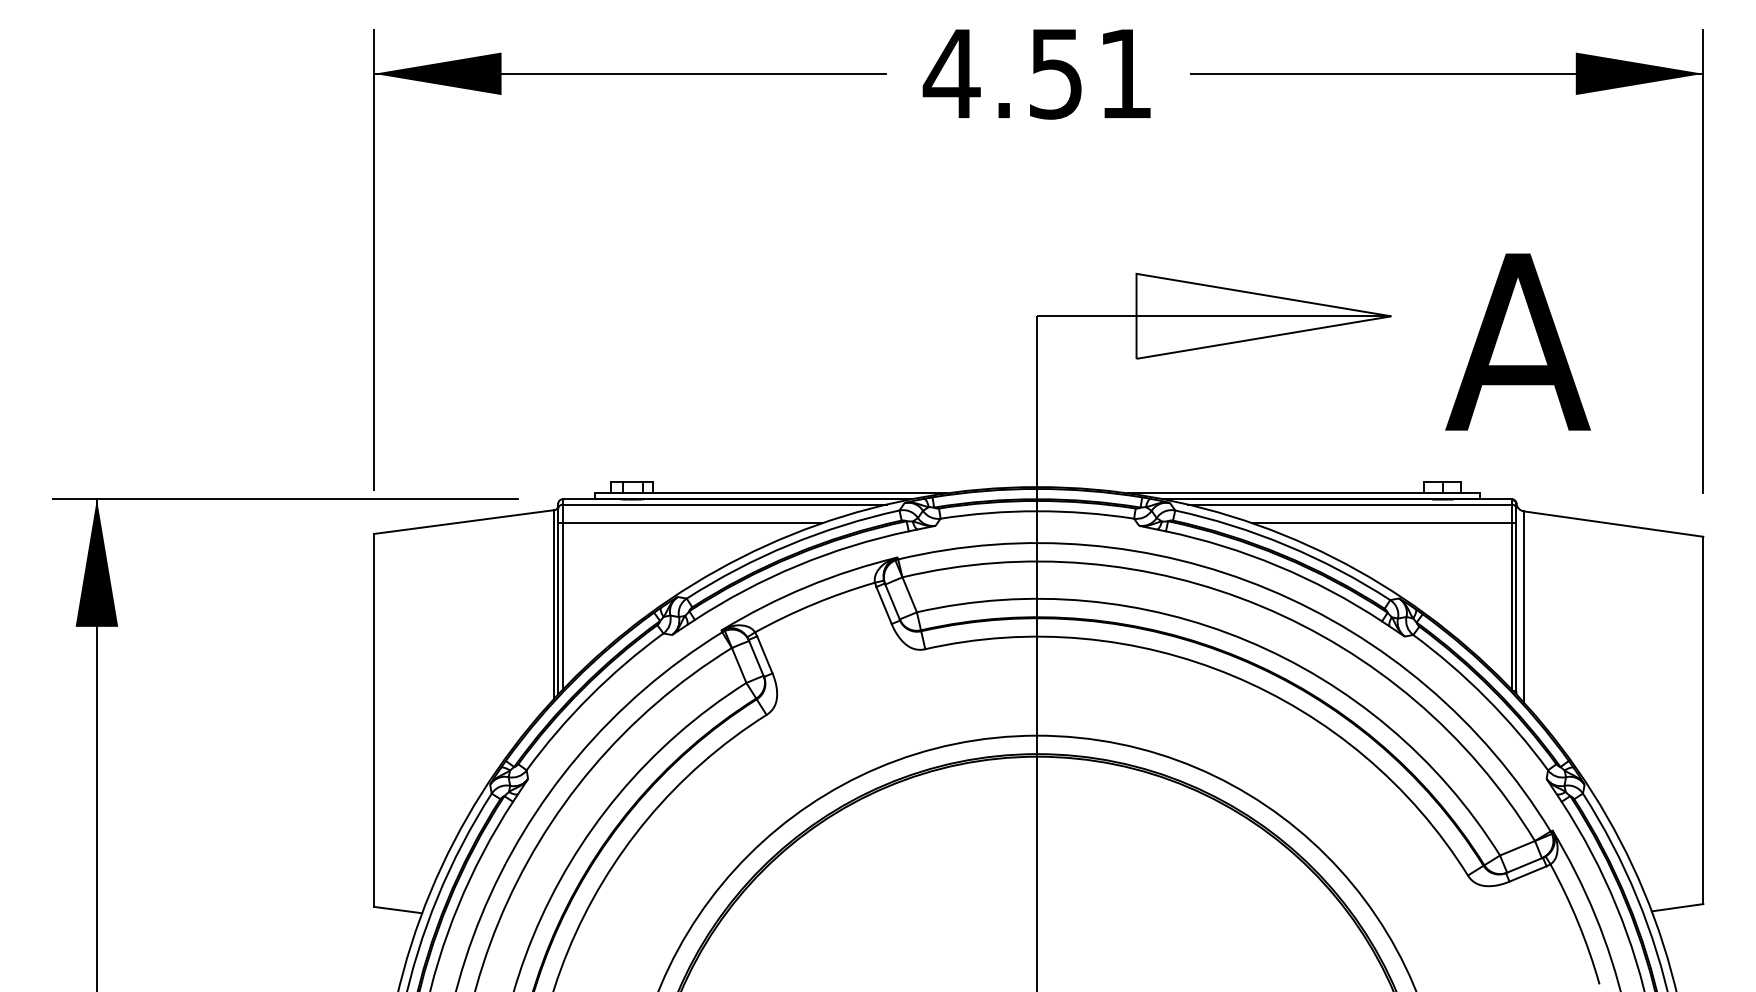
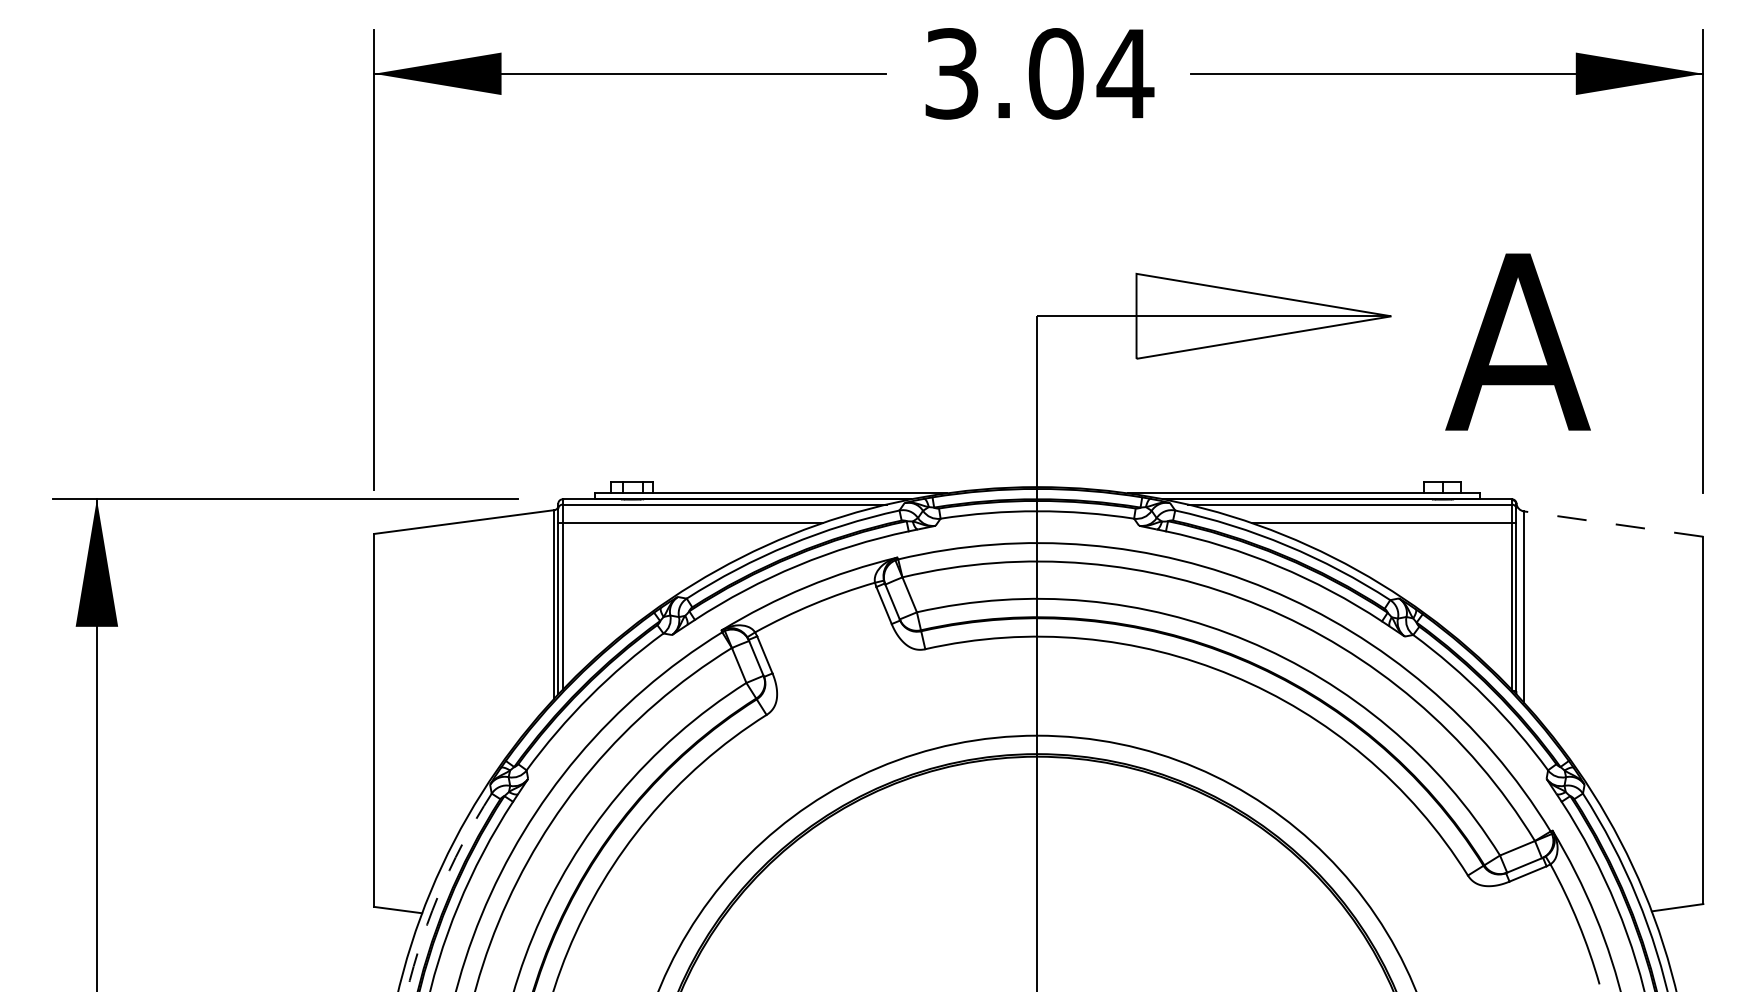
text at (1038, 73): 4.51 -> 3.04
line at (1613, 524): solid -> dashed
arc at (440, 890): solid -> dashed
